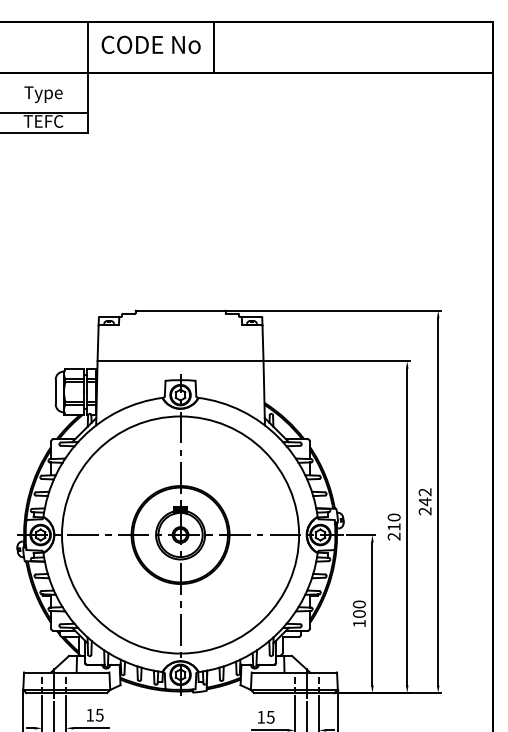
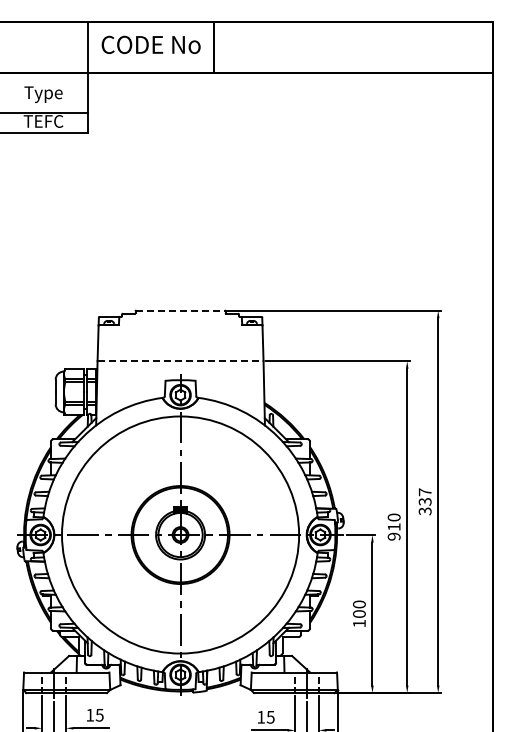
line at (181, 310): solid -> dashed
line at (180, 361): solid -> dashed
text at (424, 501): 242 -> 337
text at (394, 536): 210 -> 910
